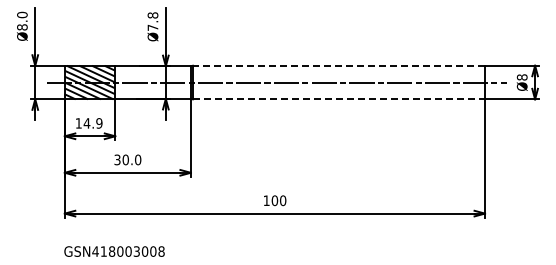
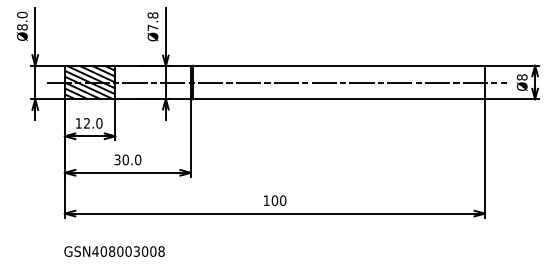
line at (338, 65): dashed -> solid
line at (339, 99): dashed -> solid
text at (92, 123): 14.9 -> 12.0
text at (103, 251): GSN418003008 -> GSN408003008
